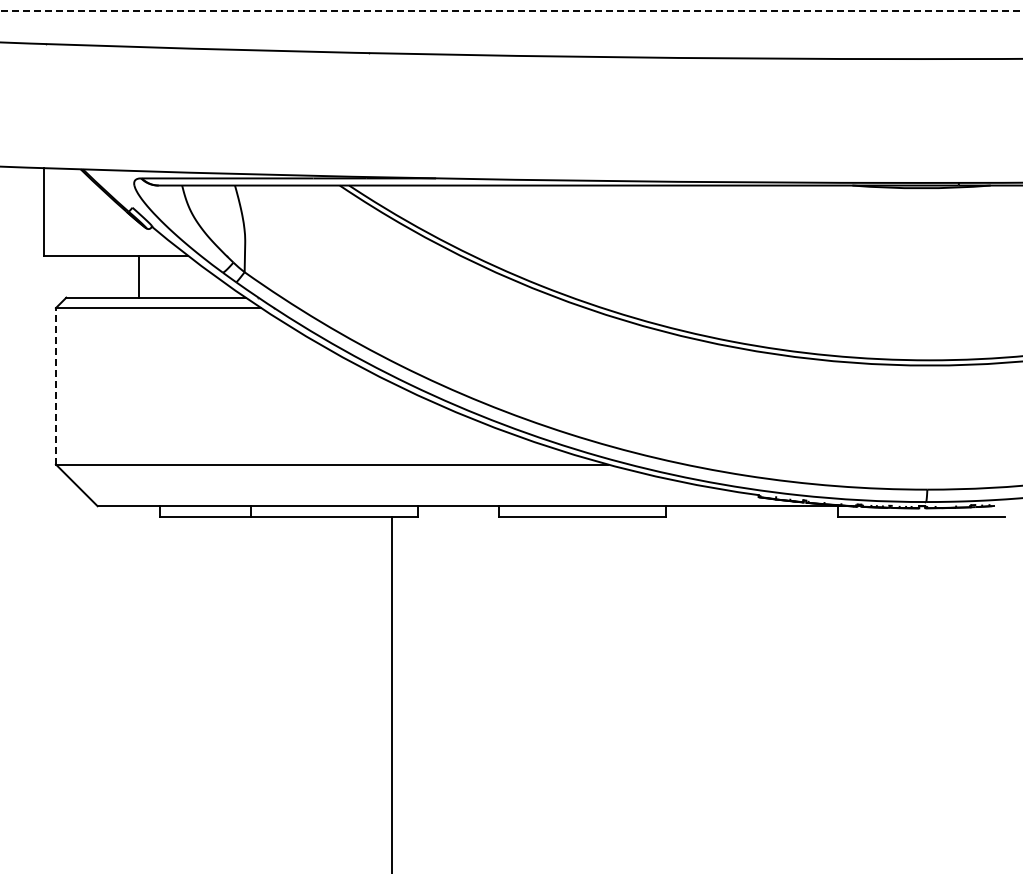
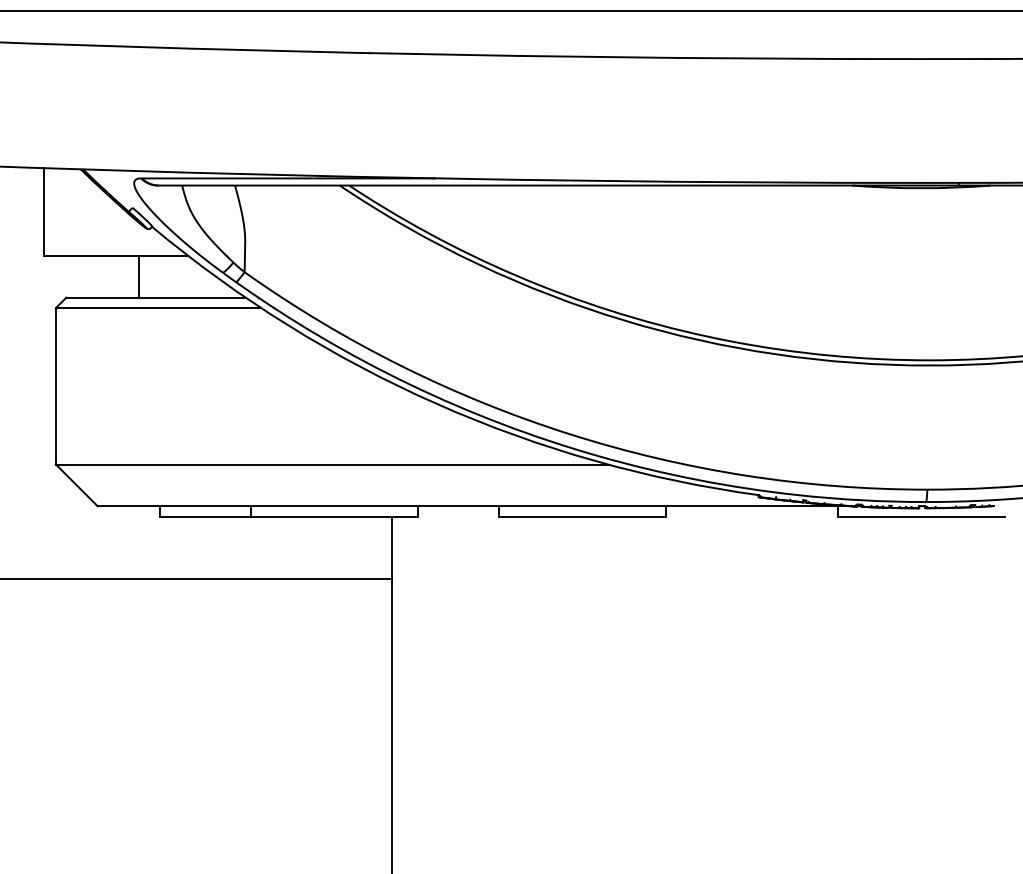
line at (511, 11): dashed -> solid
line at (55, 385): dashed -> solid
line at (196, 579): none -> present
